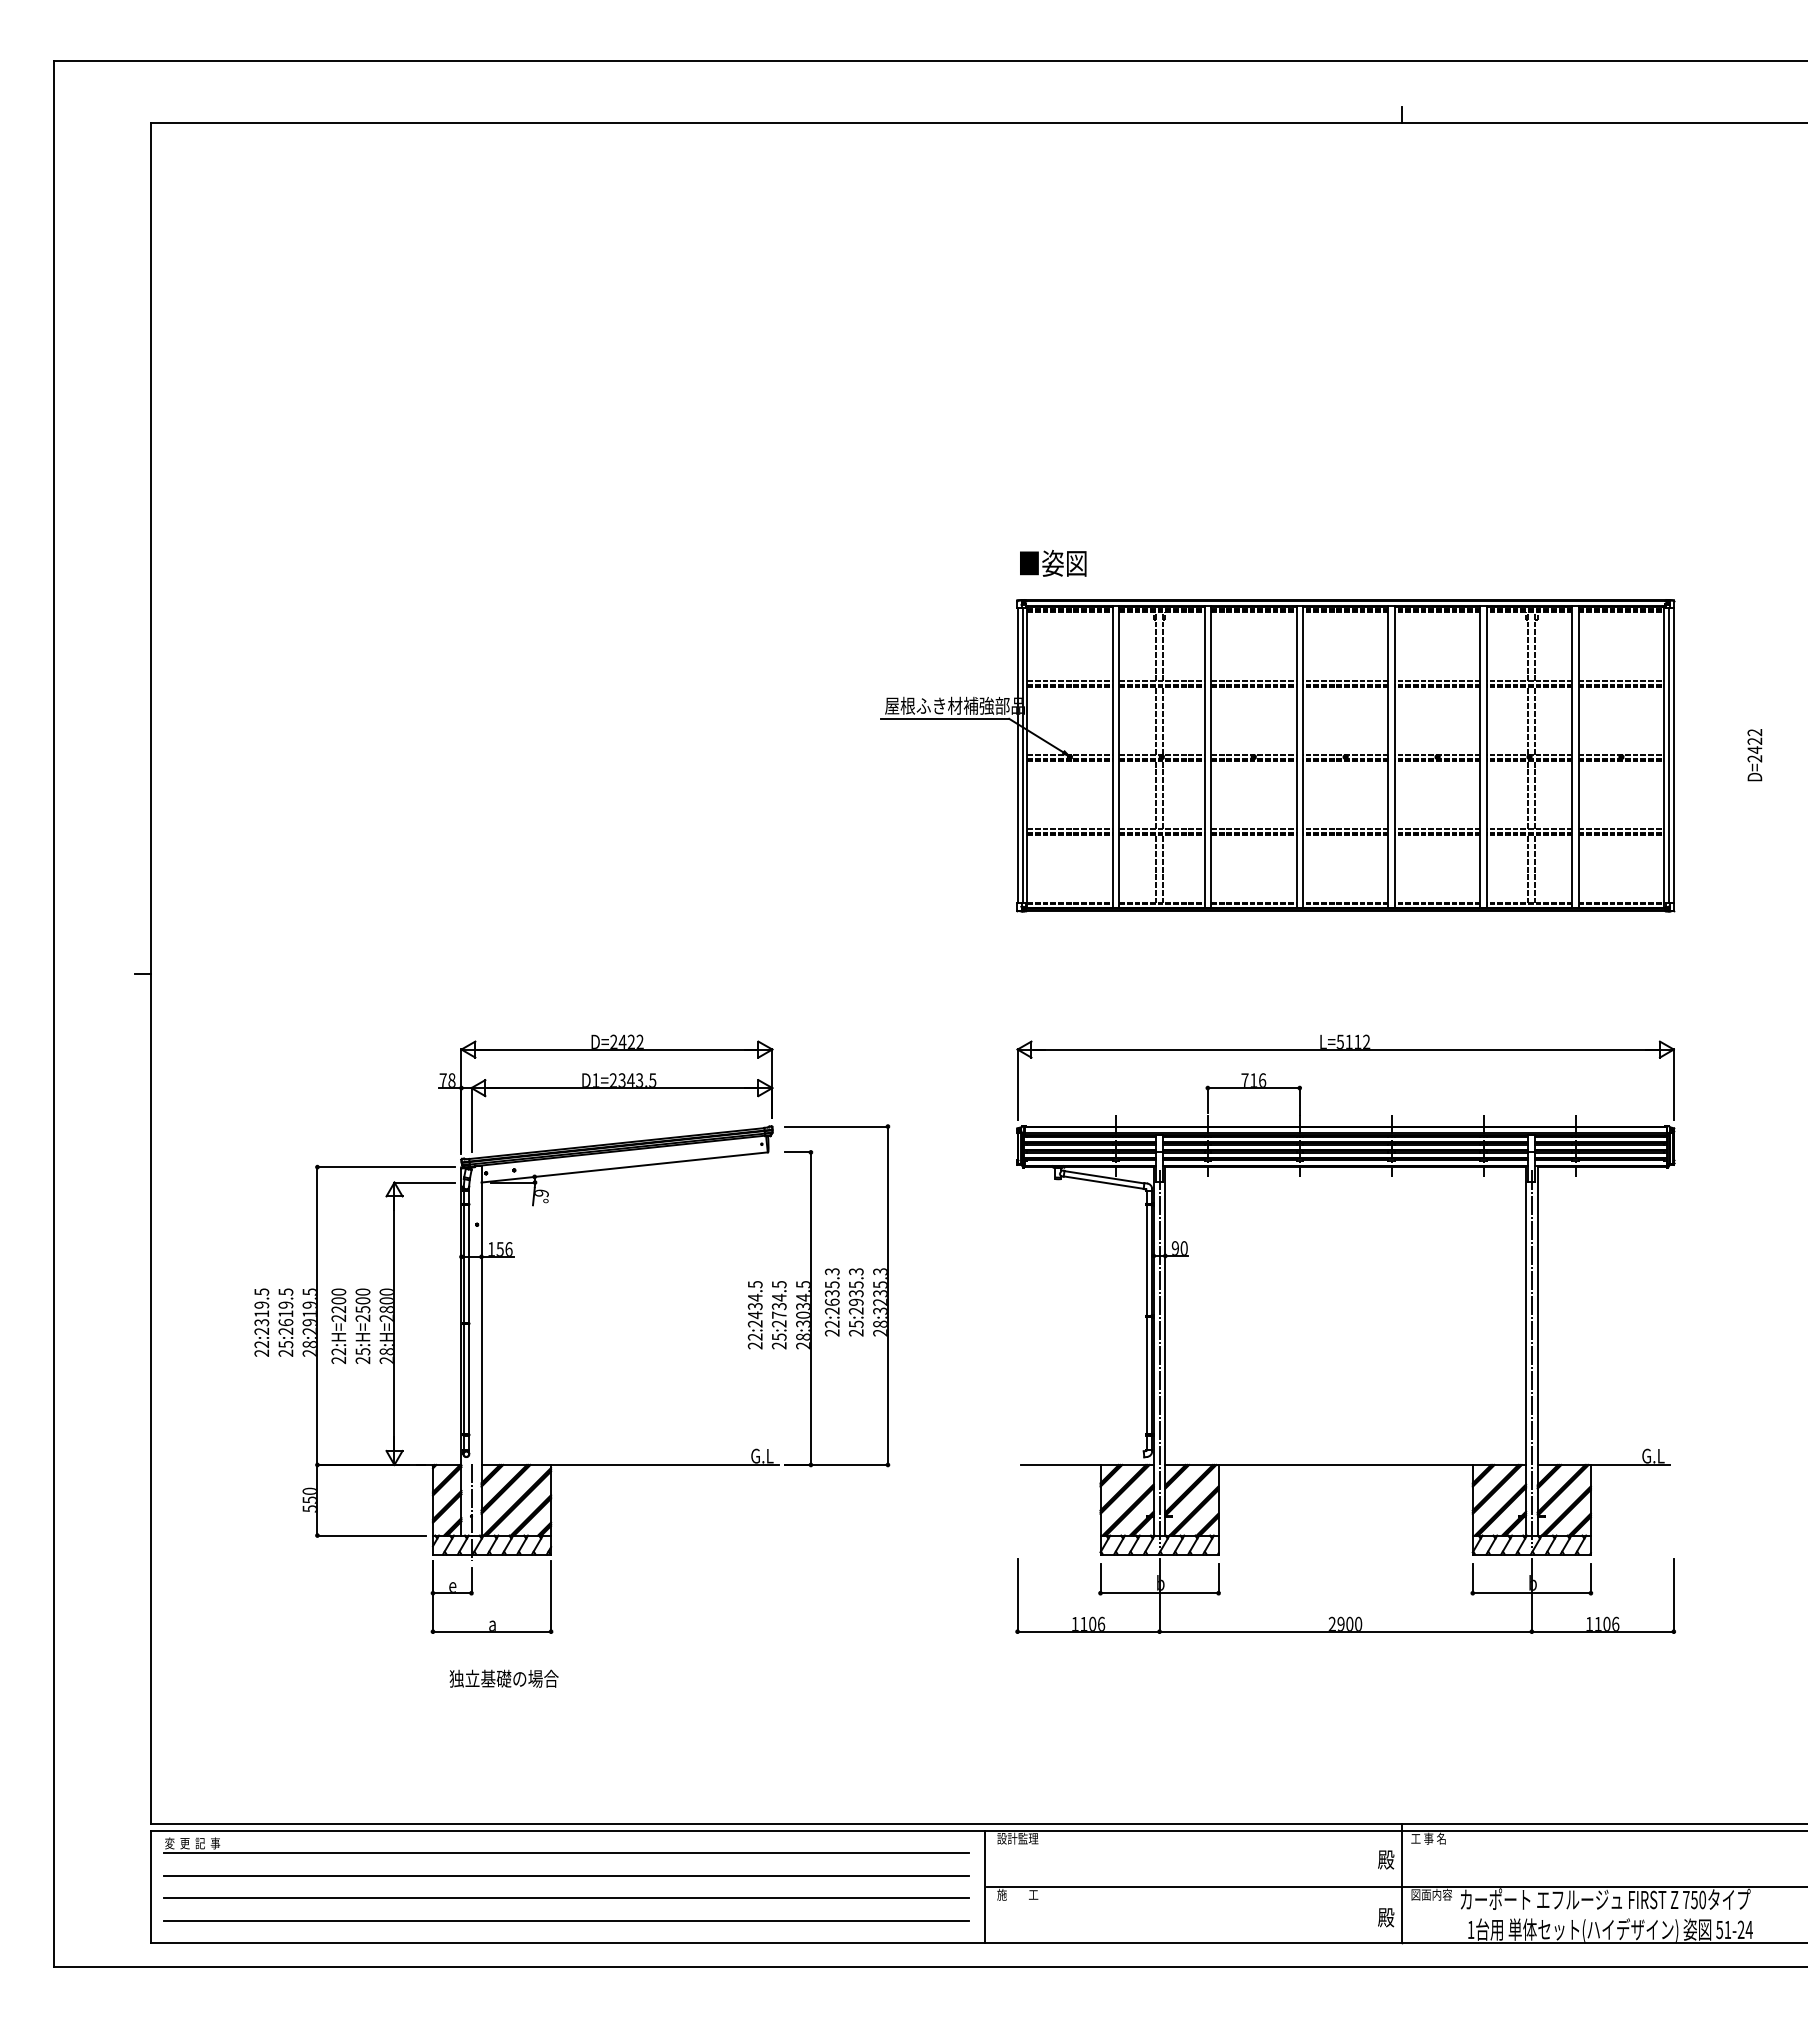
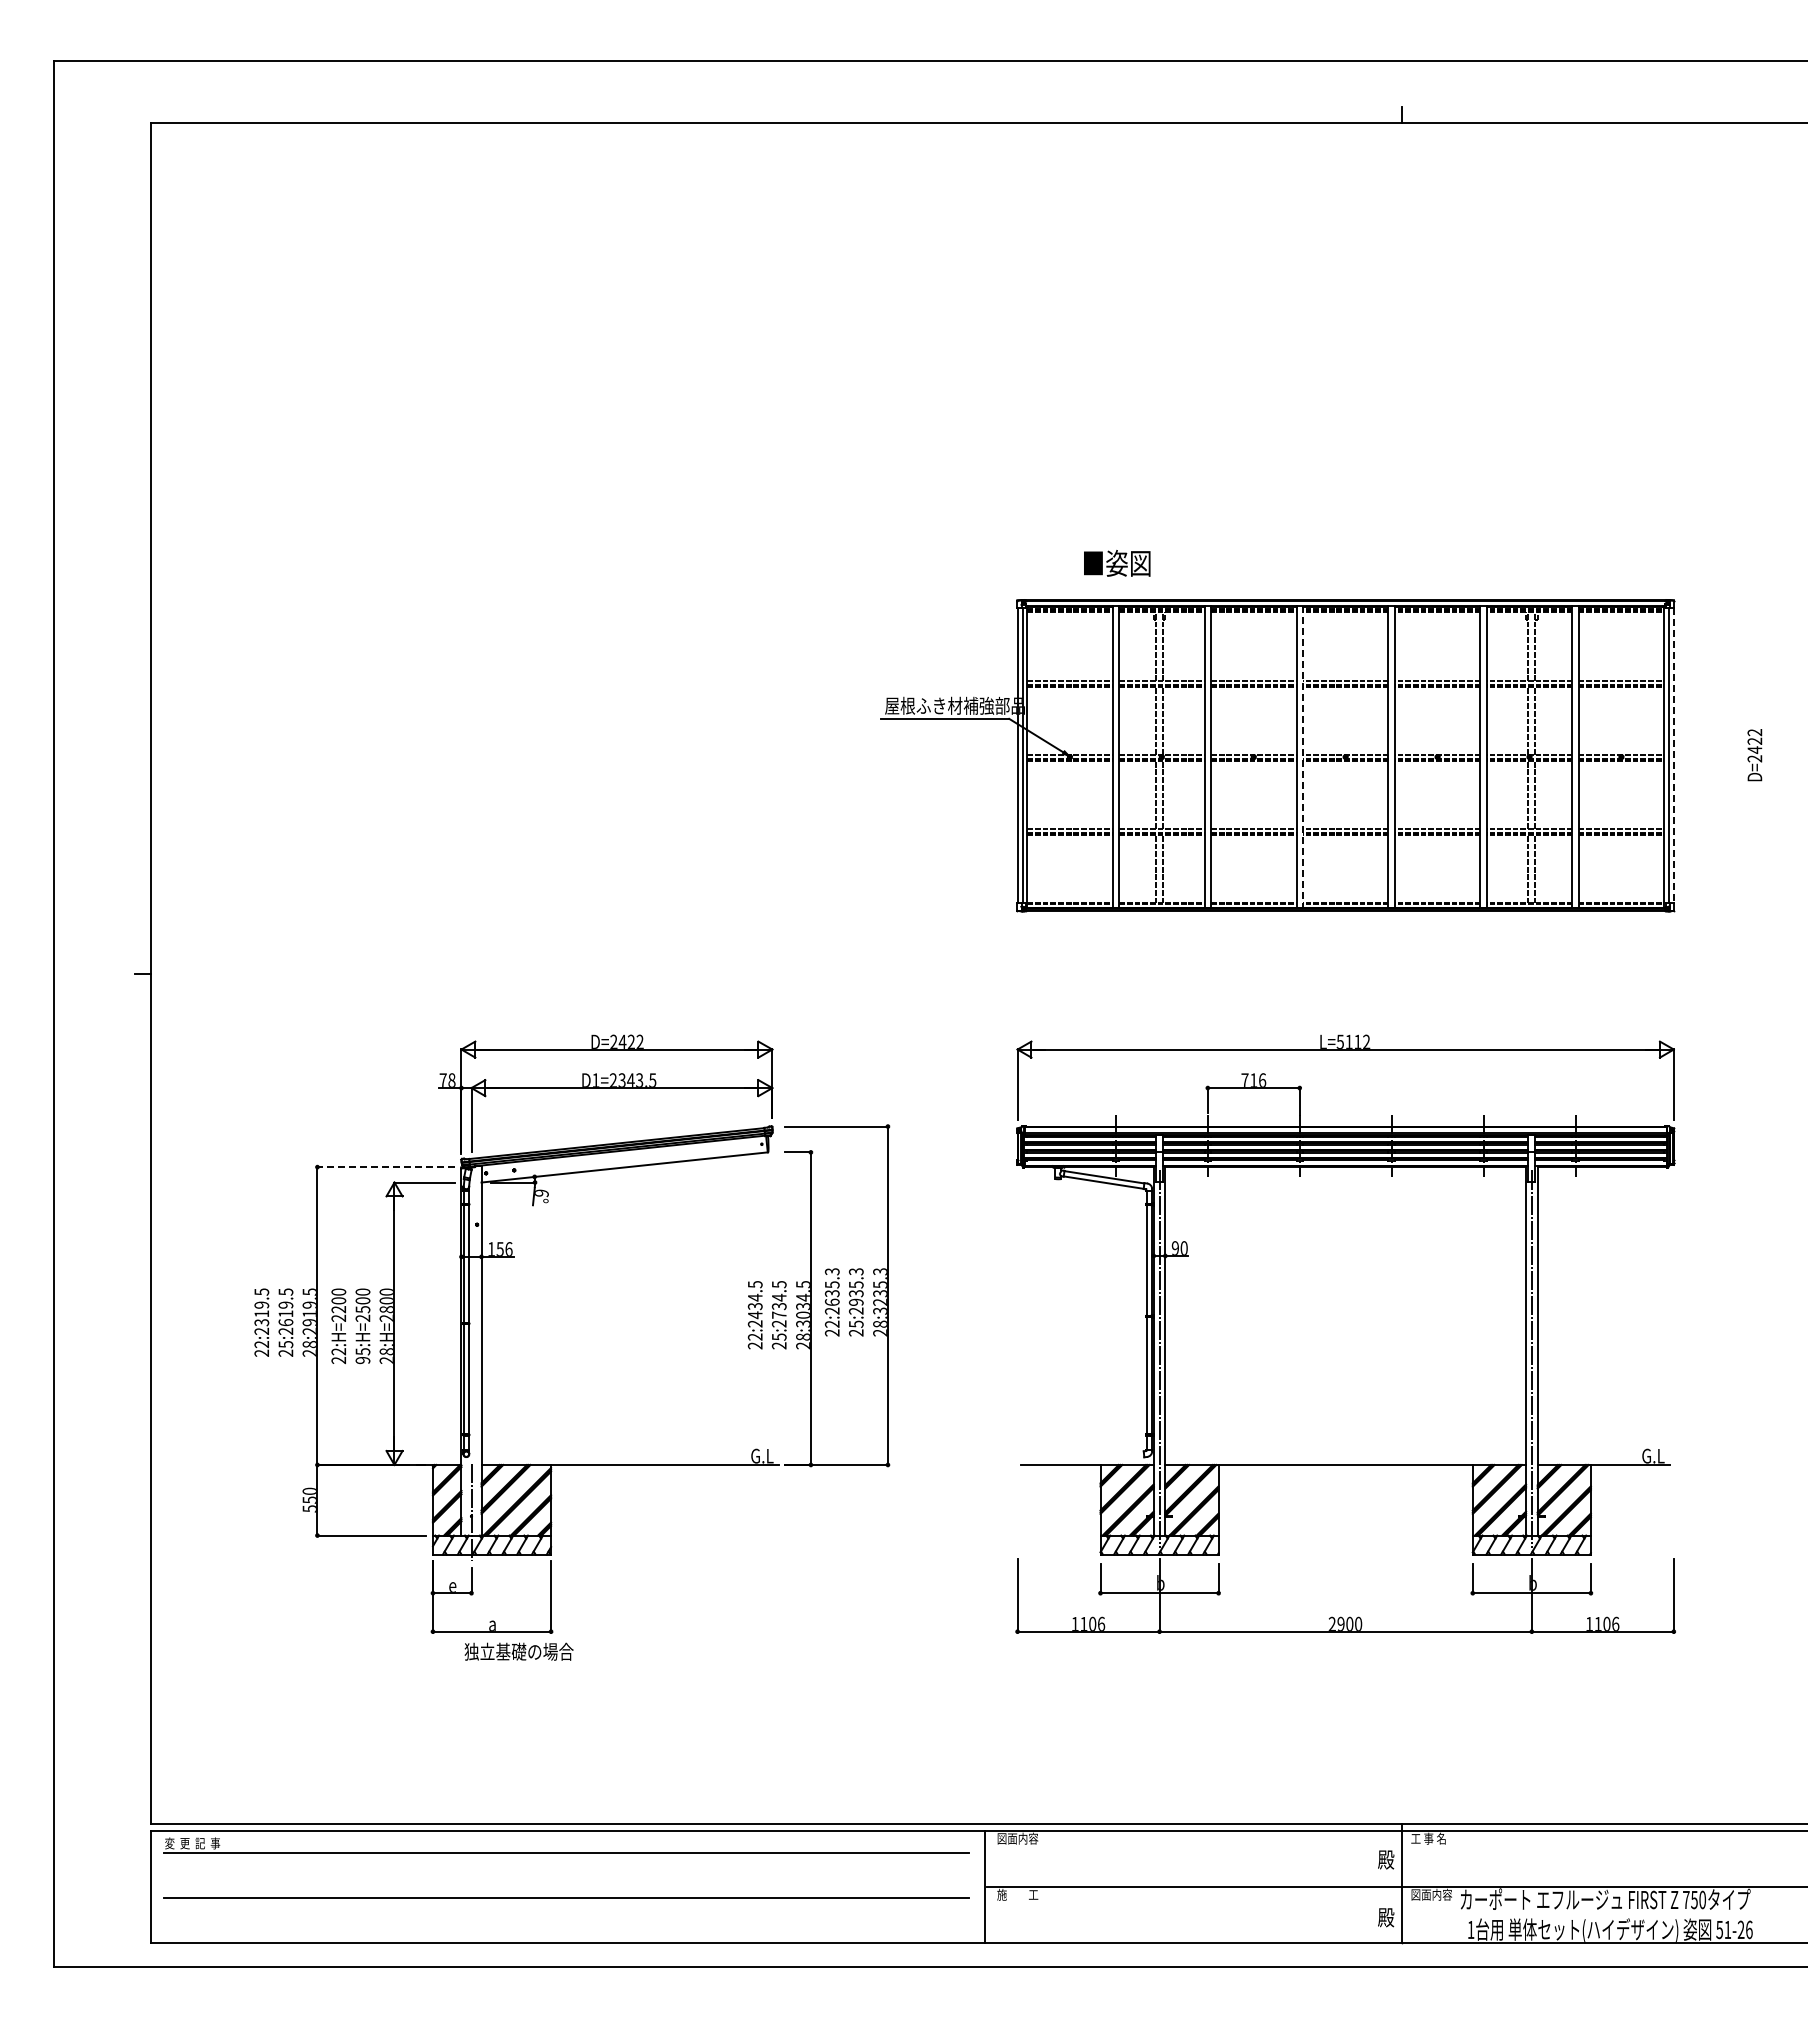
text at (1053, 563) position: (1053, 563) -> (1117, 563)
line at (1673, 755): solid -> dashed
line at (1302, 757): solid -> dashed
line at (386, 1167): solid -> dashed
text at (363, 1360): 25:H=2500 -> 95:H=2500
text at (503, 1678) position: (503, 1678) -> (518, 1651)
text at (1017, 1838): 設計監理 -> 図面内容
line at (566, 1875): present -> none
line at (566, 1920): present -> none
text at (1748, 1929): 51-24 -> 51-26
